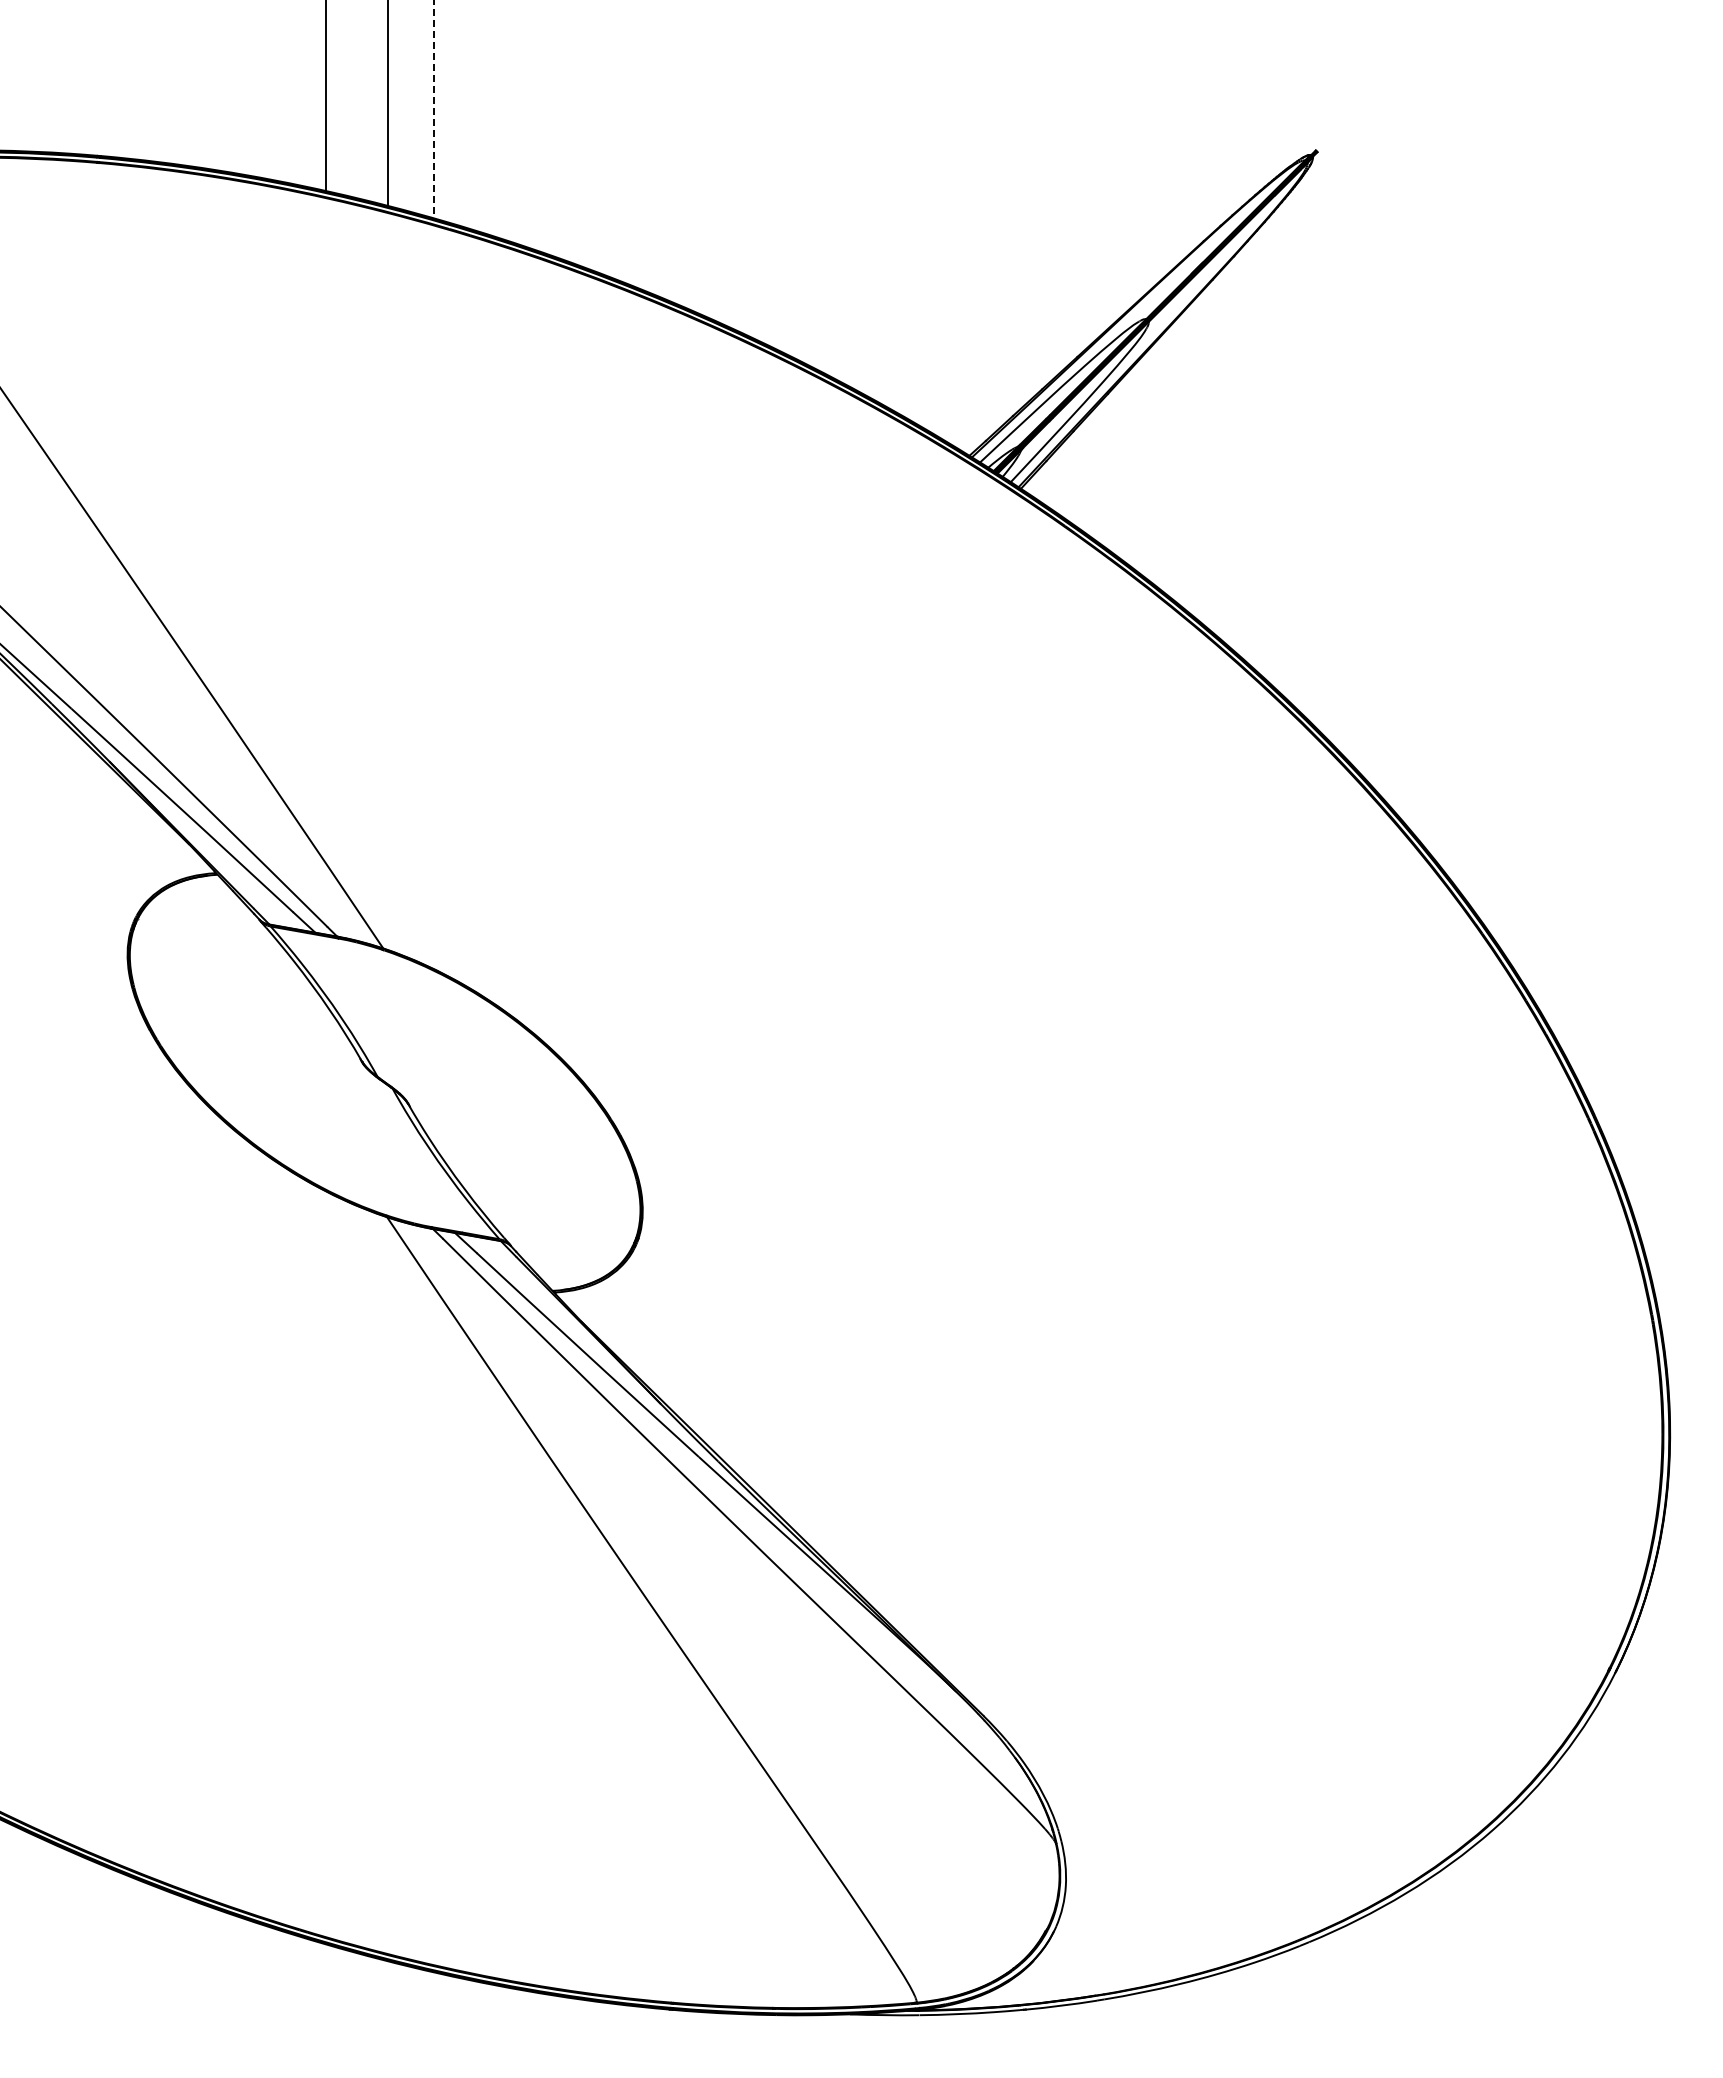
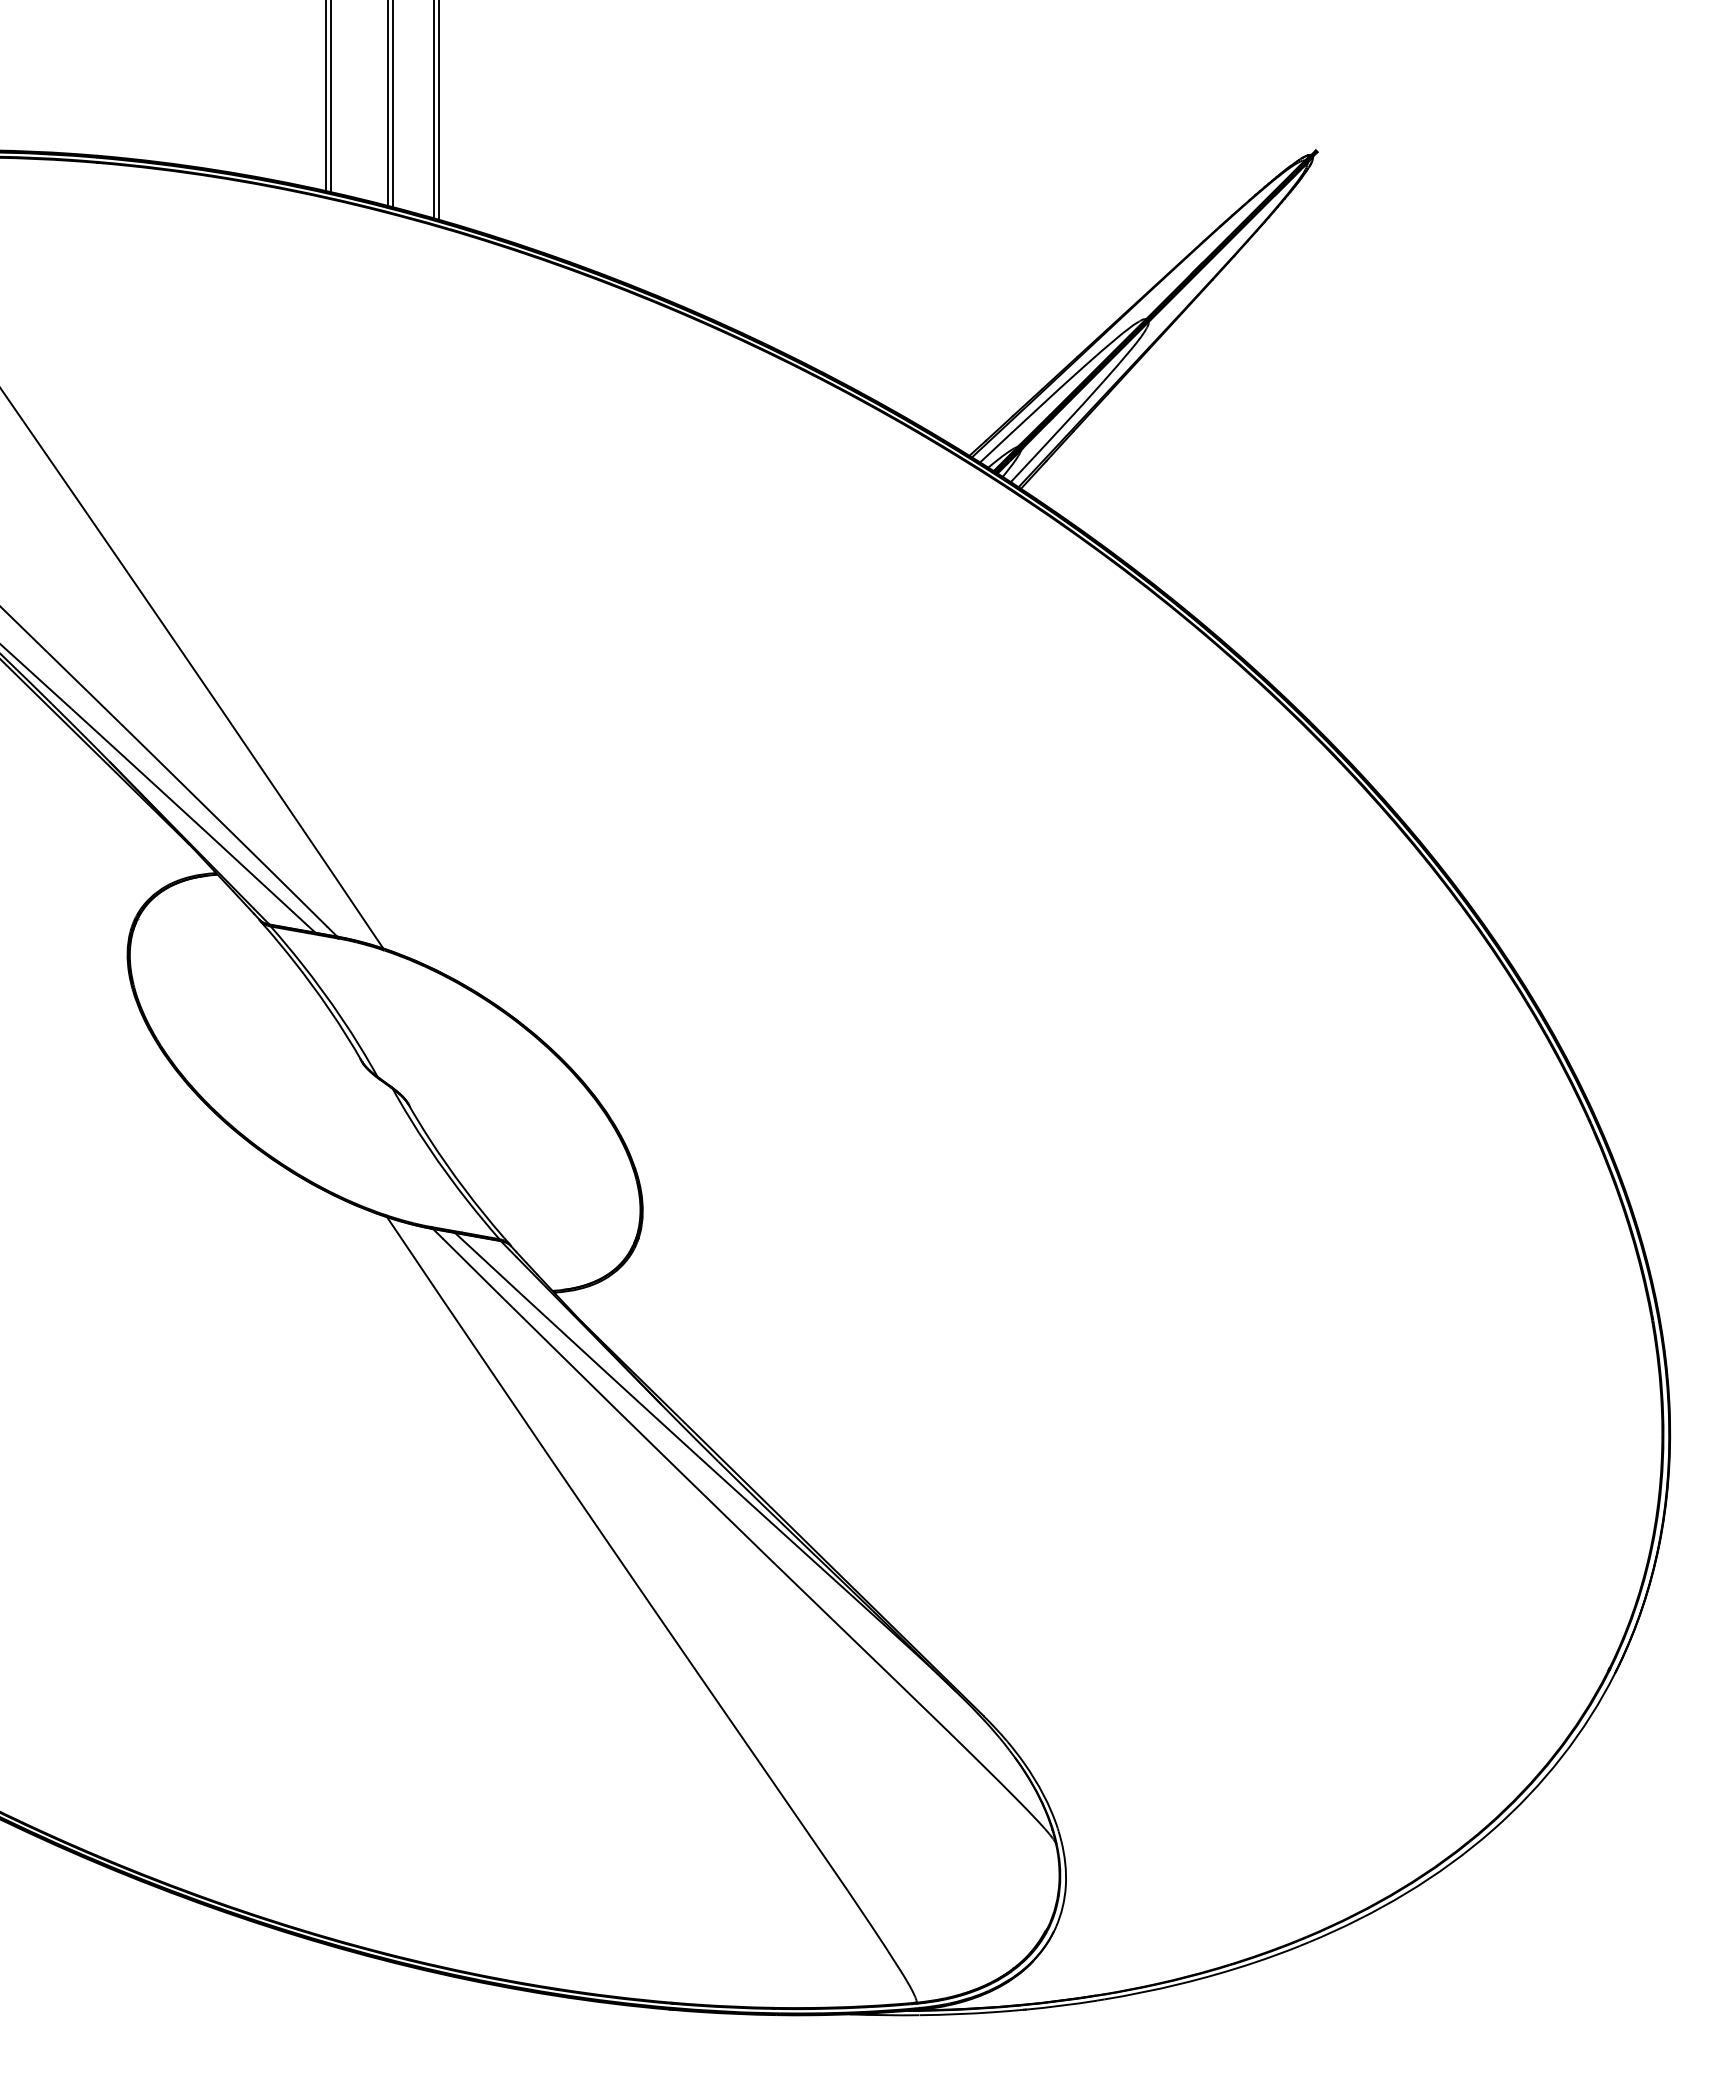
line at (331, 97): none -> present
line at (393, 104): none -> present
line at (433, 109): dashed -> solid
line at (438, 110): none -> present
